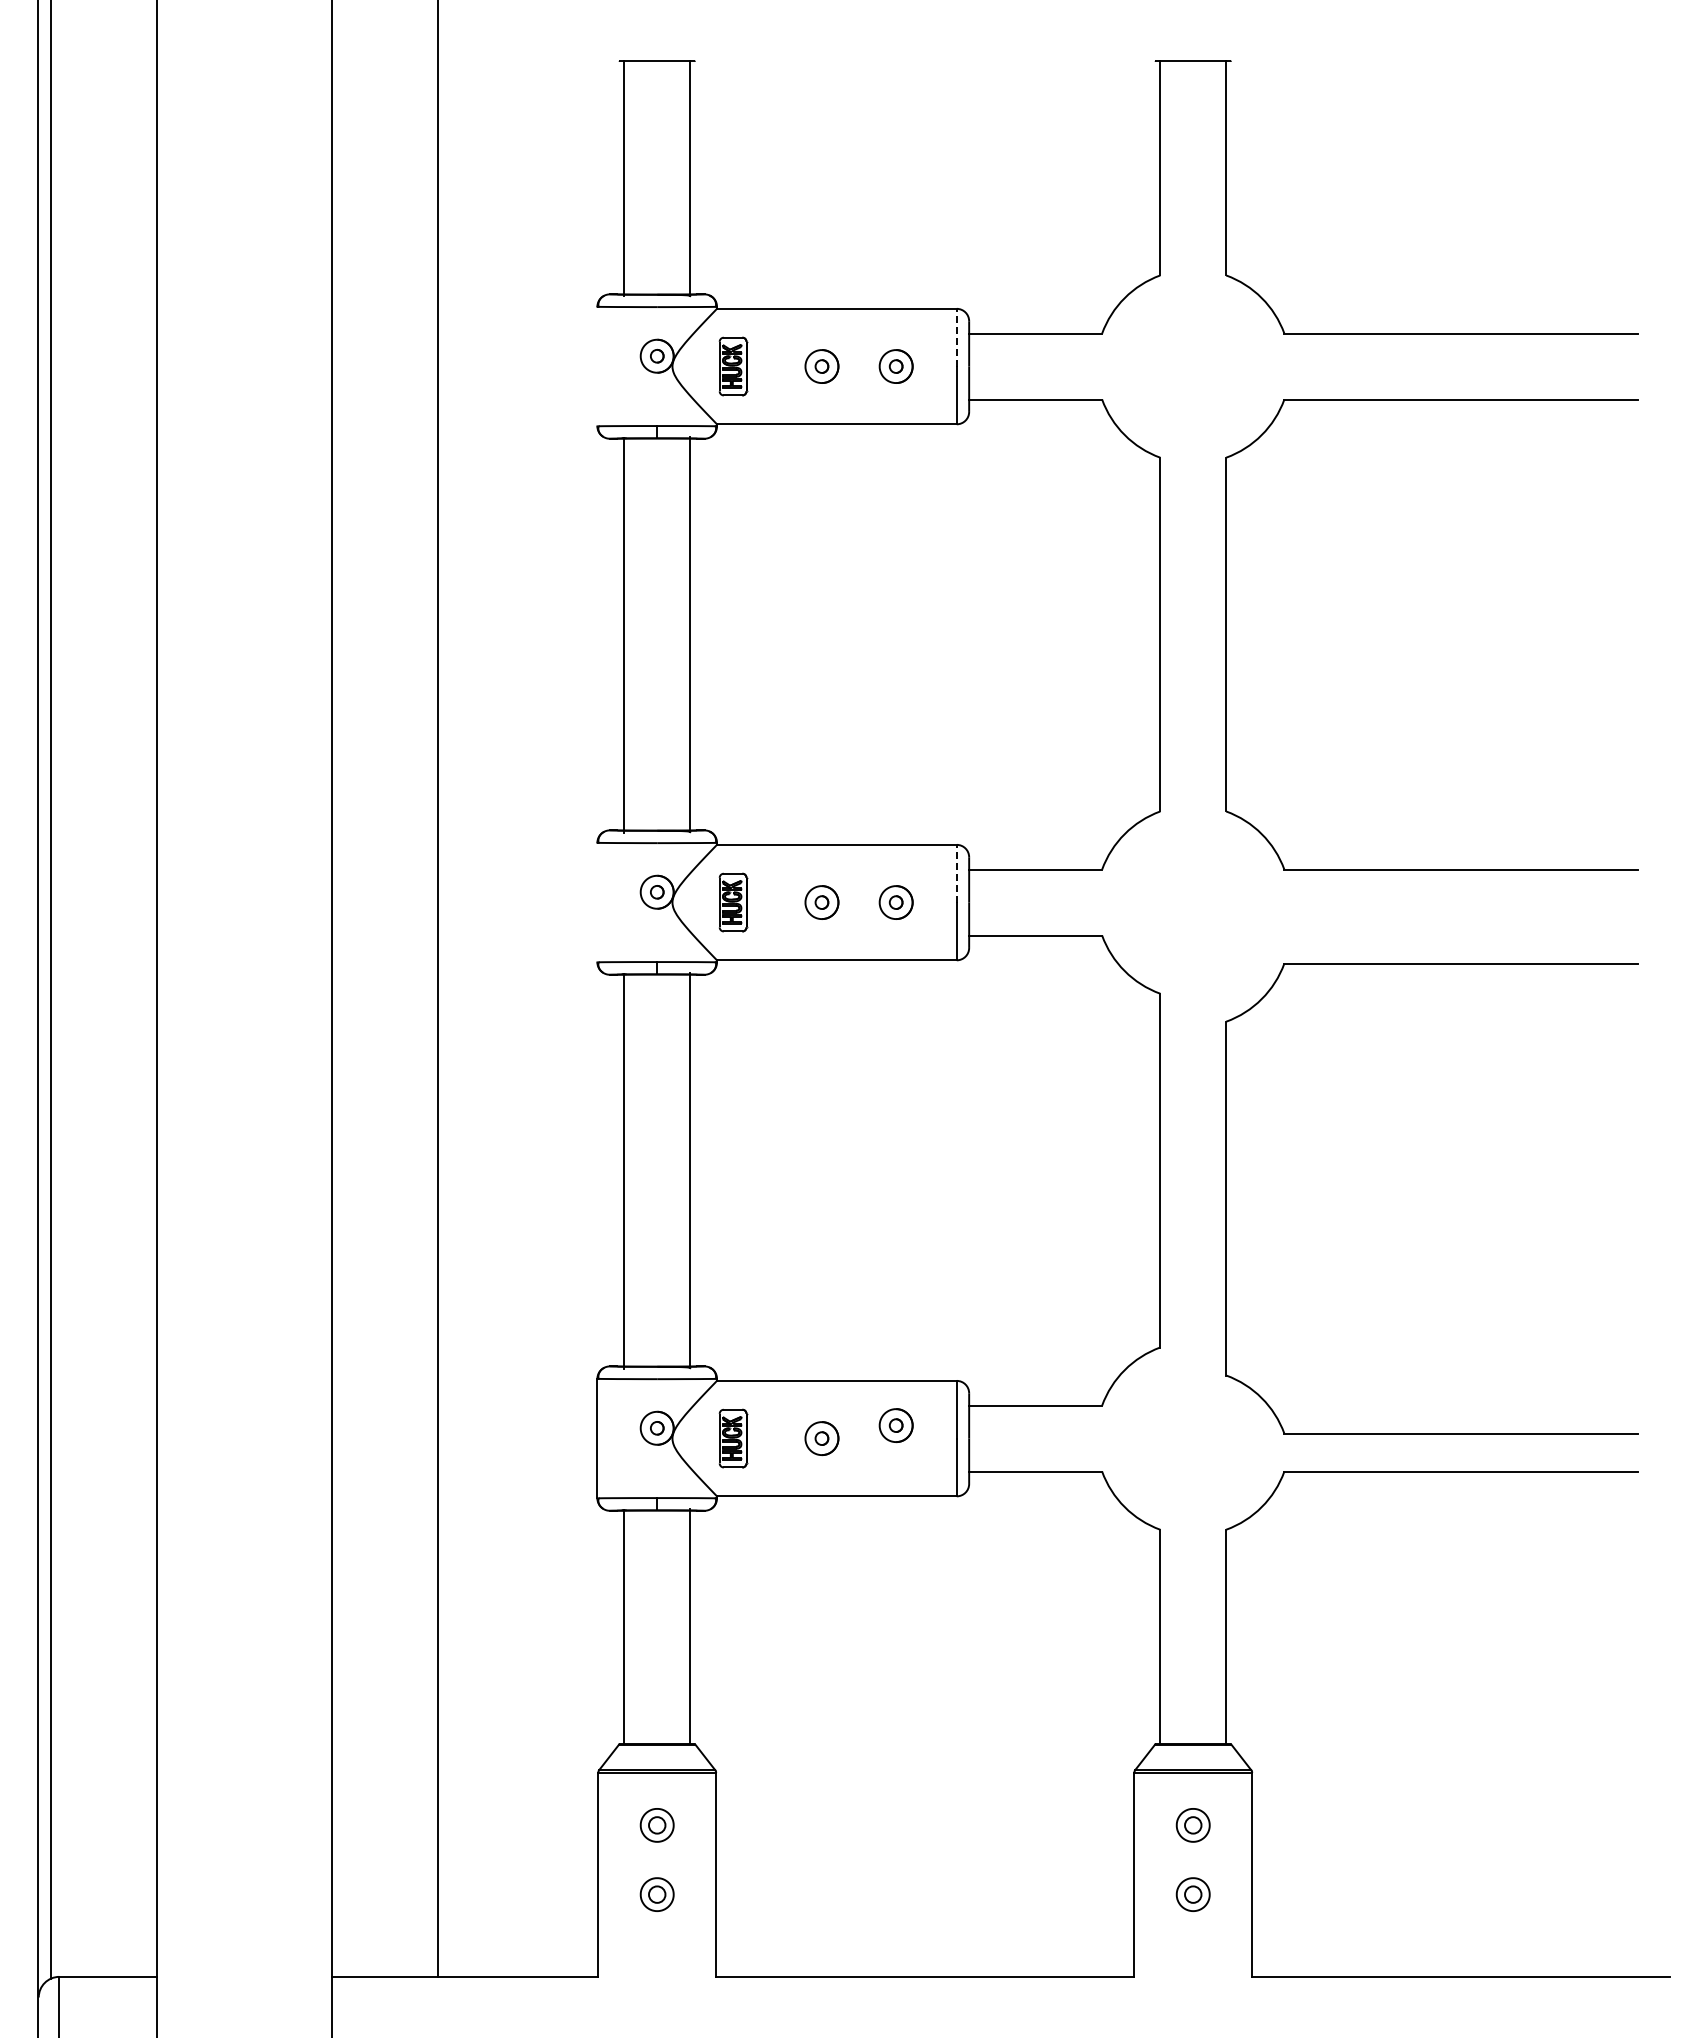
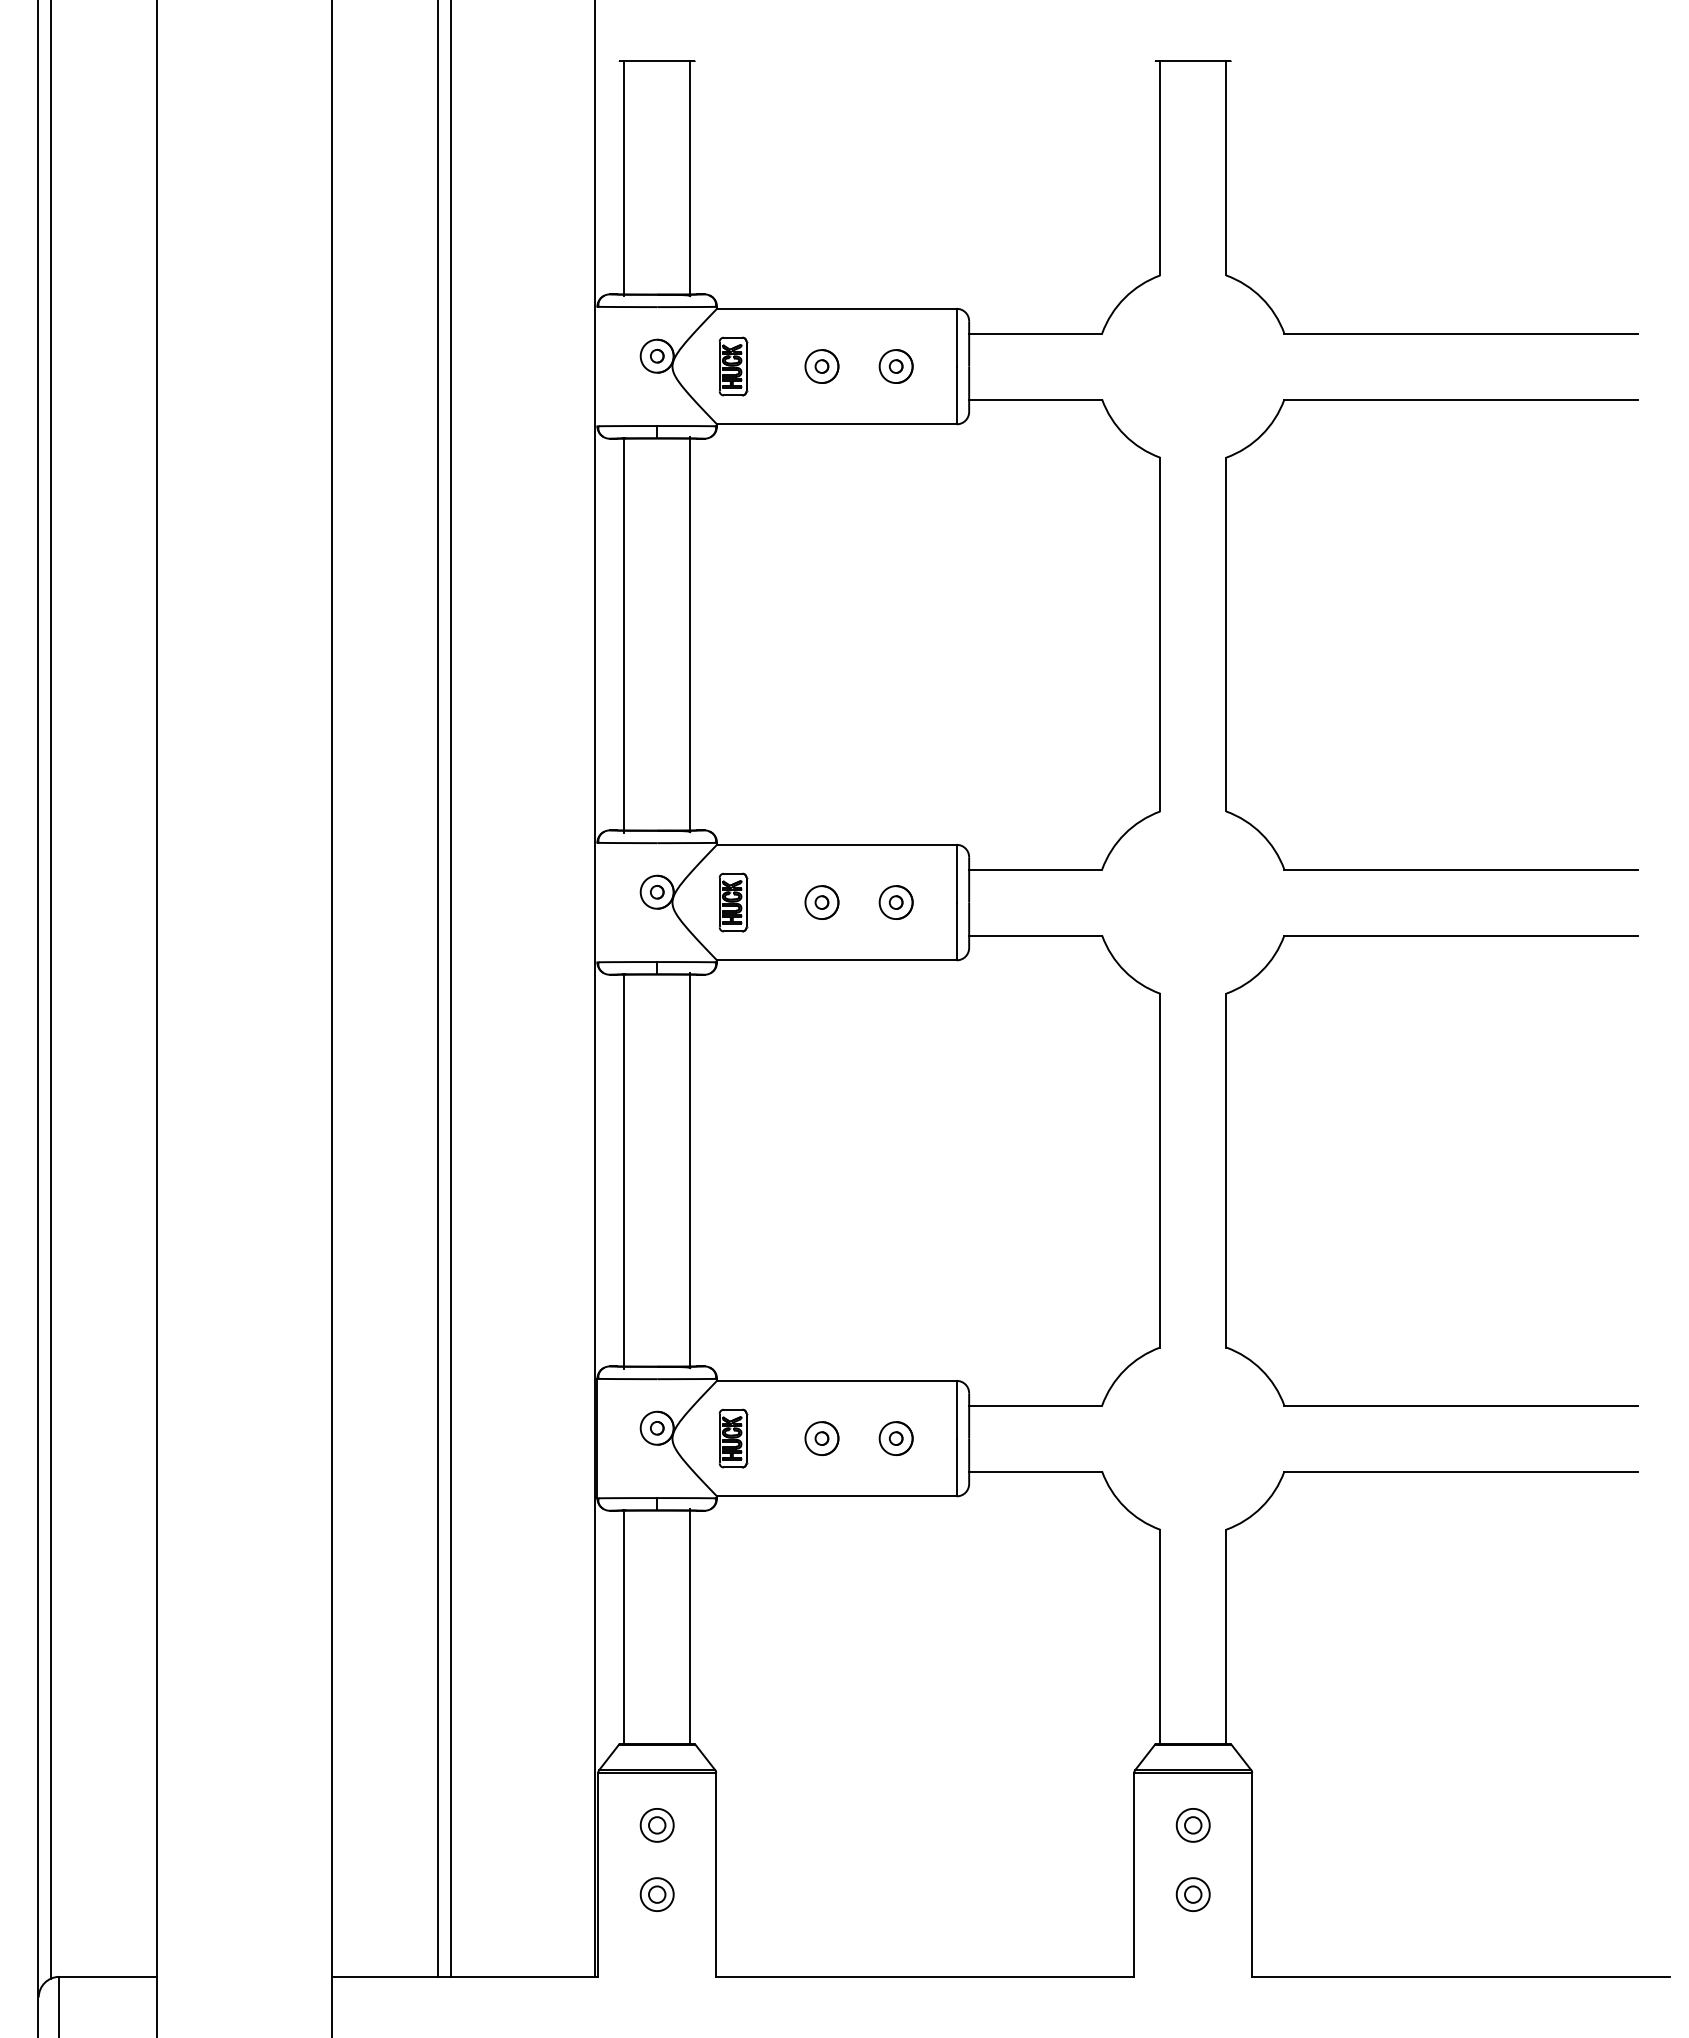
line at (956, 337): dashed -> solid
line at (956, 873): dashed -> solid
line at (450, 989): none -> present
line at (594, 989): none -> present
part at (1226, 1198) position: (1226, 1198) -> (1226, 1170)
part at (895, 1425) position: (895, 1425) -> (895, 1438)
